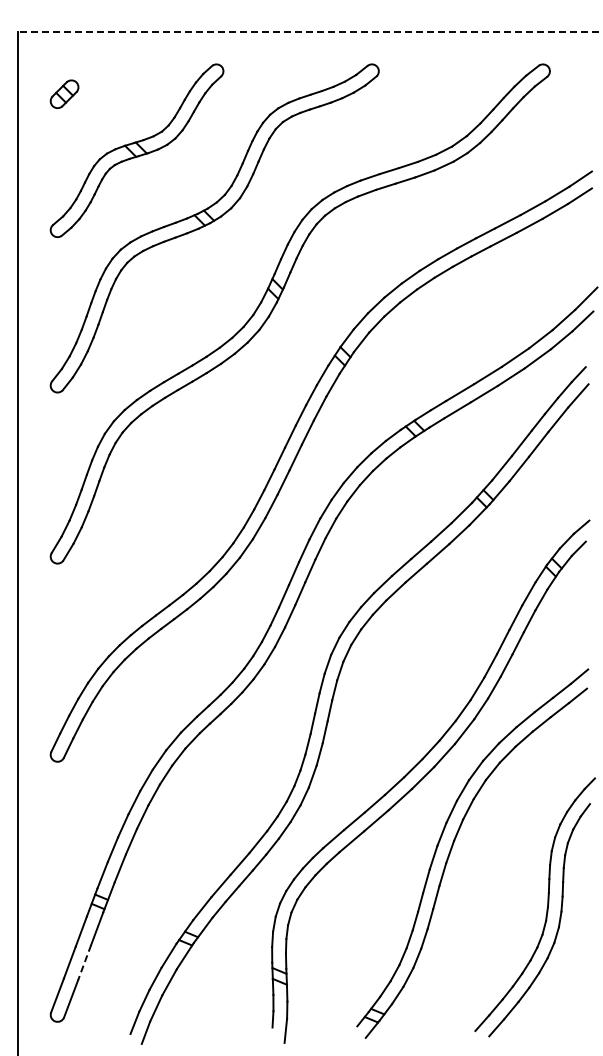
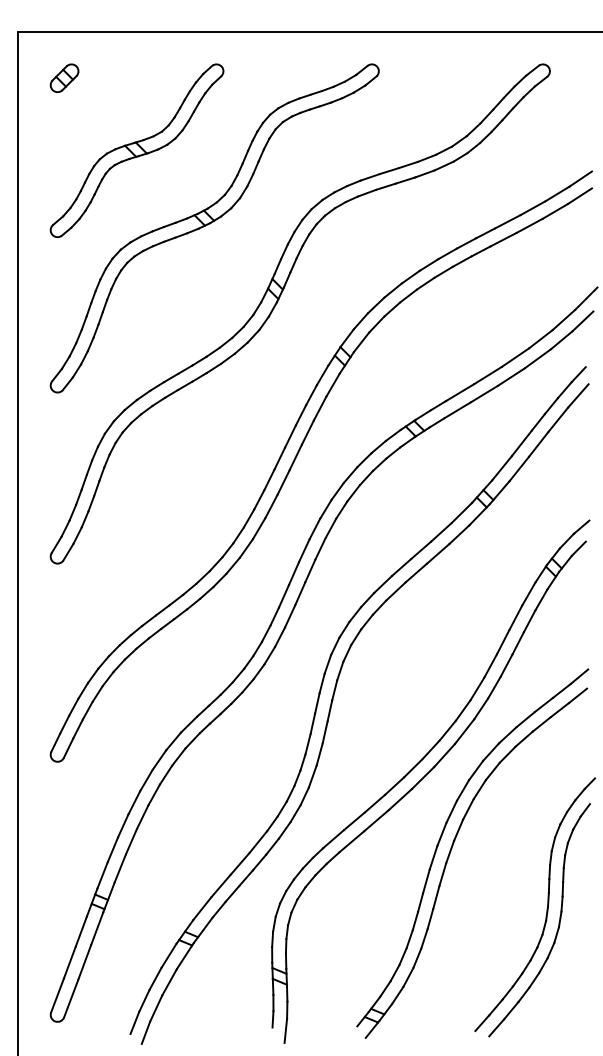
line at (309, 31): dashed -> solid
part at (64, 93) position: (64, 93) -> (64, 77)
line at (84, 962): dashed -> solid
